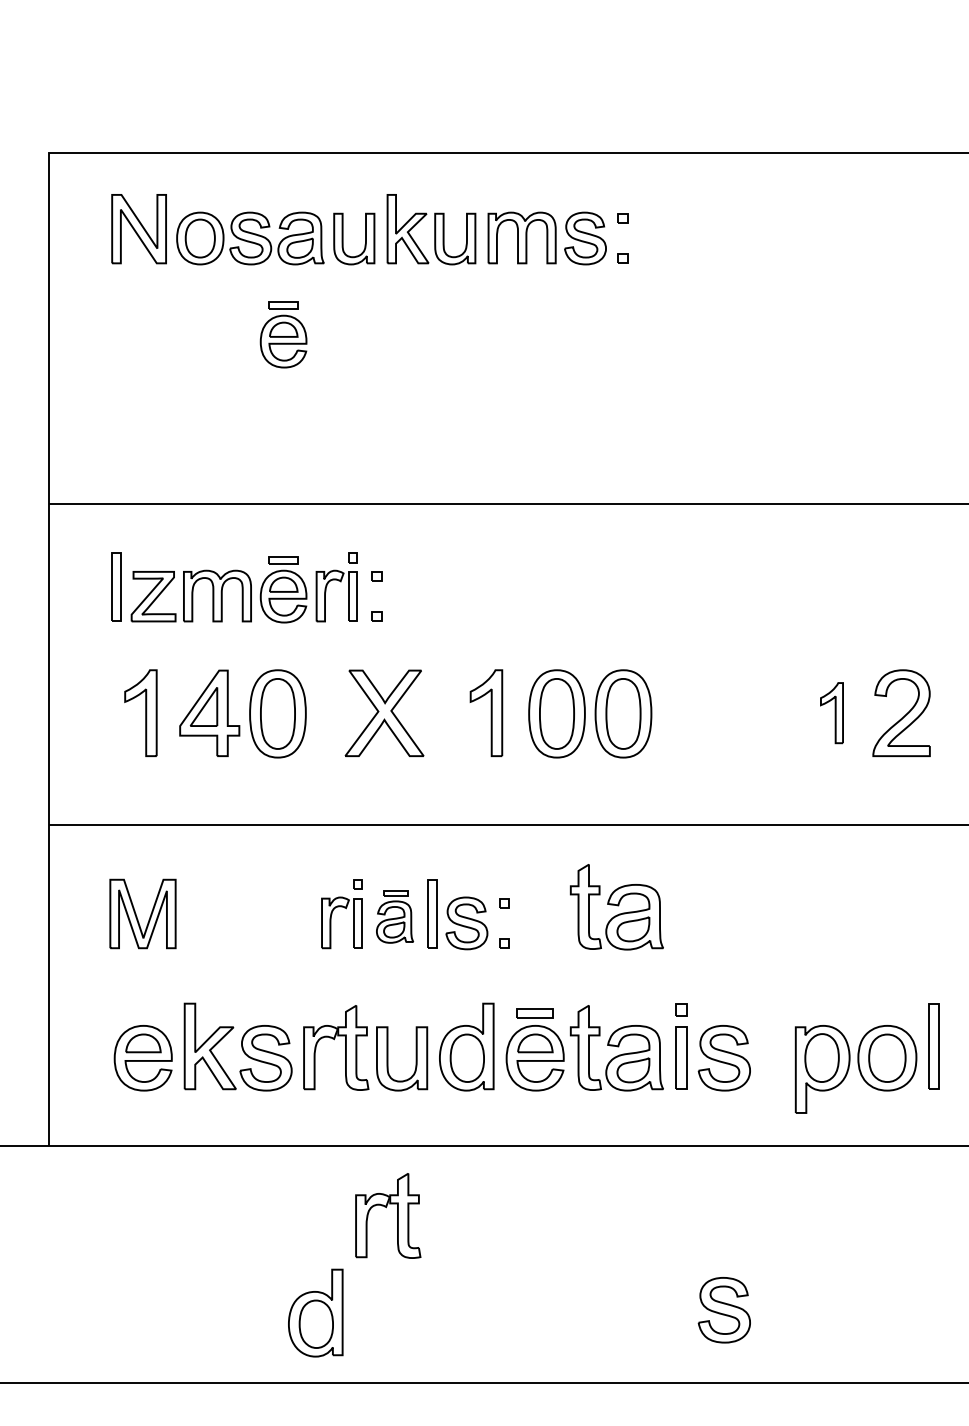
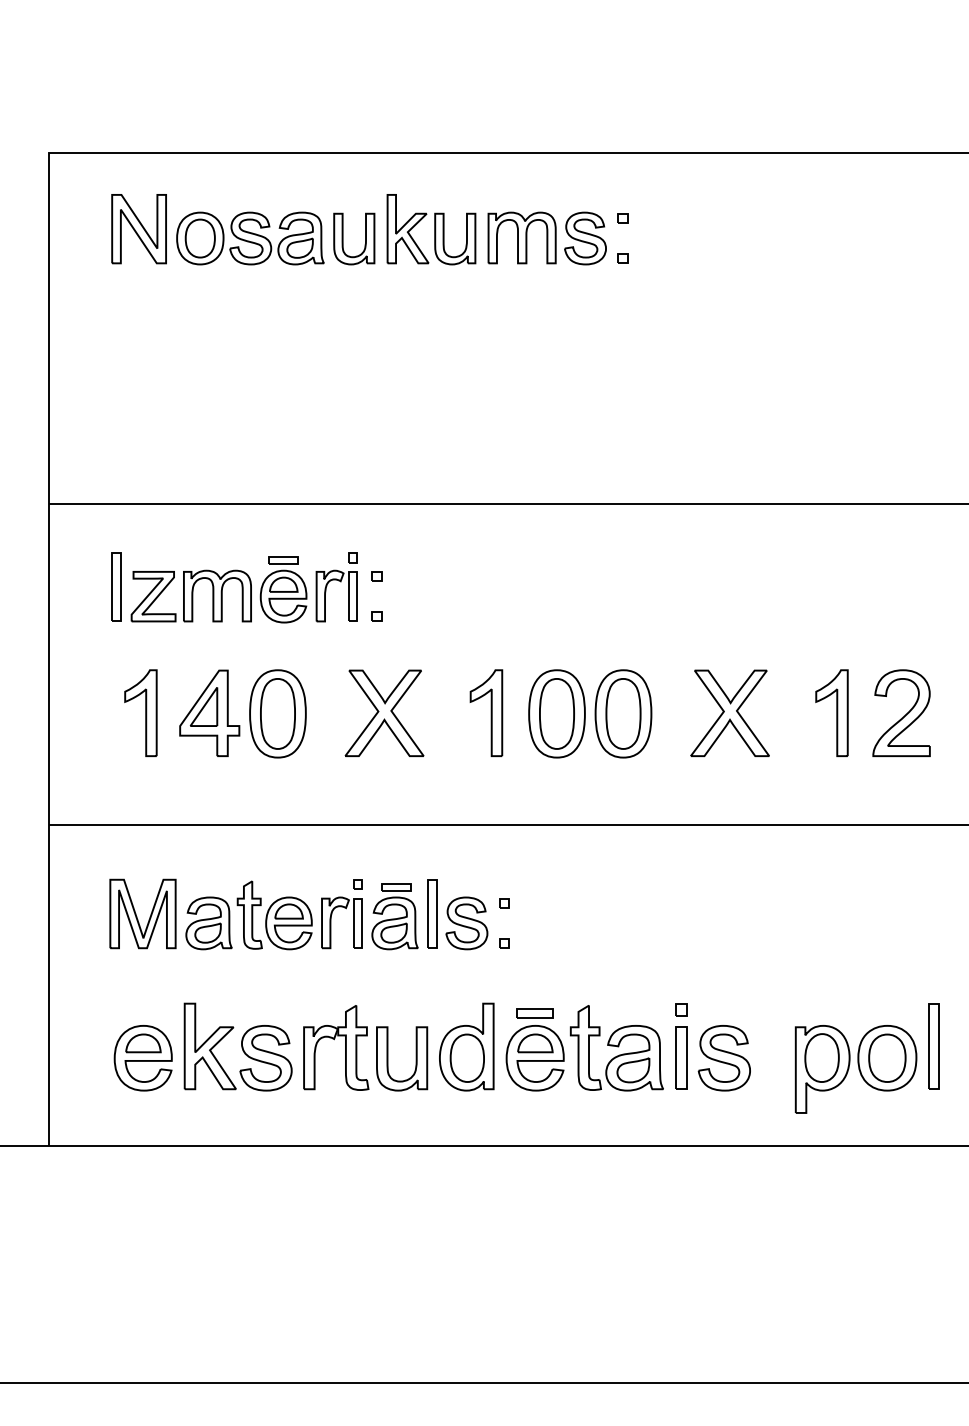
part at (283, 334): present -> none
part at (729, 712): none -> present
part at (831, 713) size: 24x63 px -> 34x88 px
part at (616, 907): present -> none
part at (248, 915): none -> present
part at (395, 916) size: 39x54 px -> 48x68 px
part at (386, 1208): present -> none
part at (723, 1310): present -> none
part at (315, 1312): present -> none
